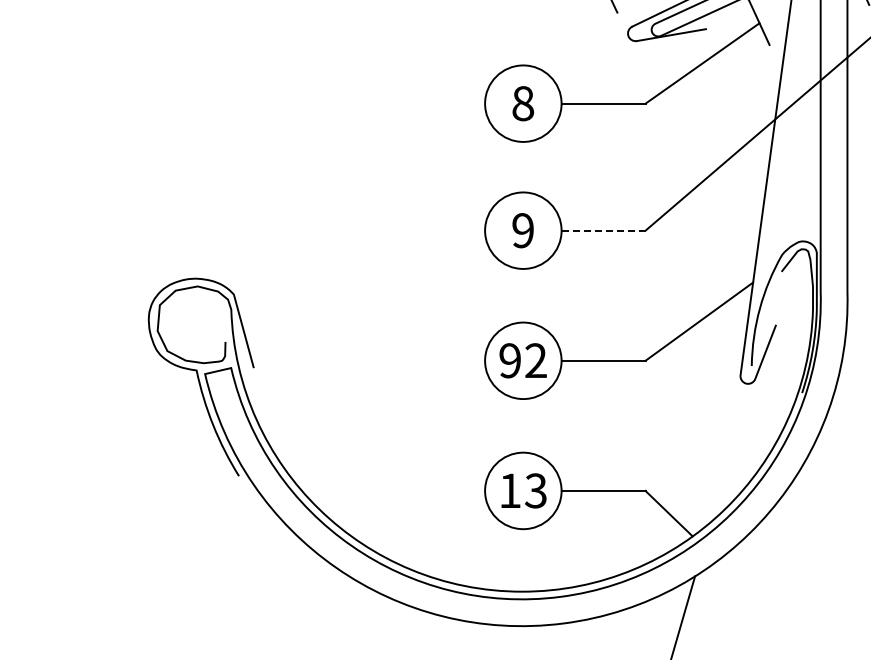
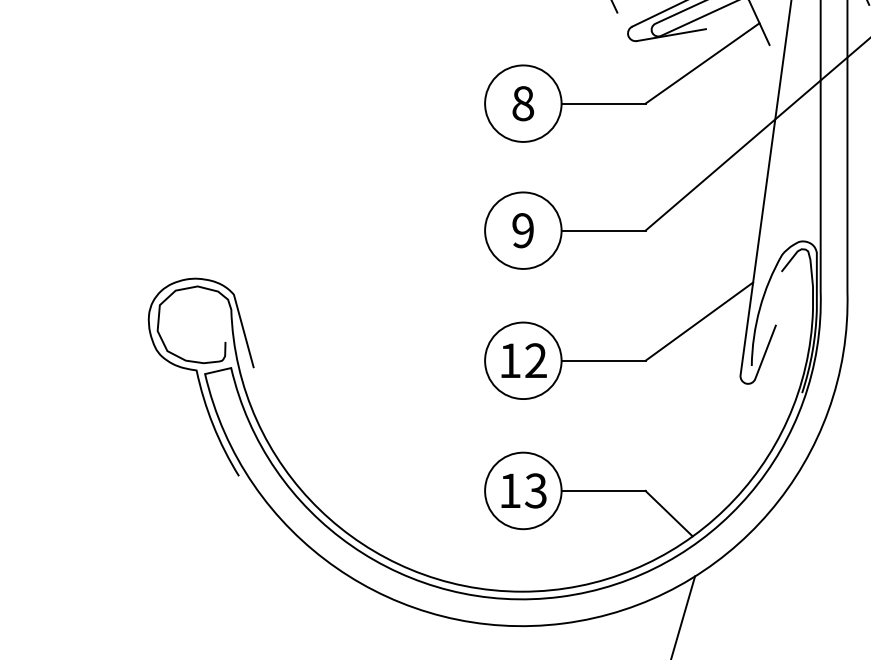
line at (603, 230): dashed -> solid
text at (509, 360): 92 -> 12
